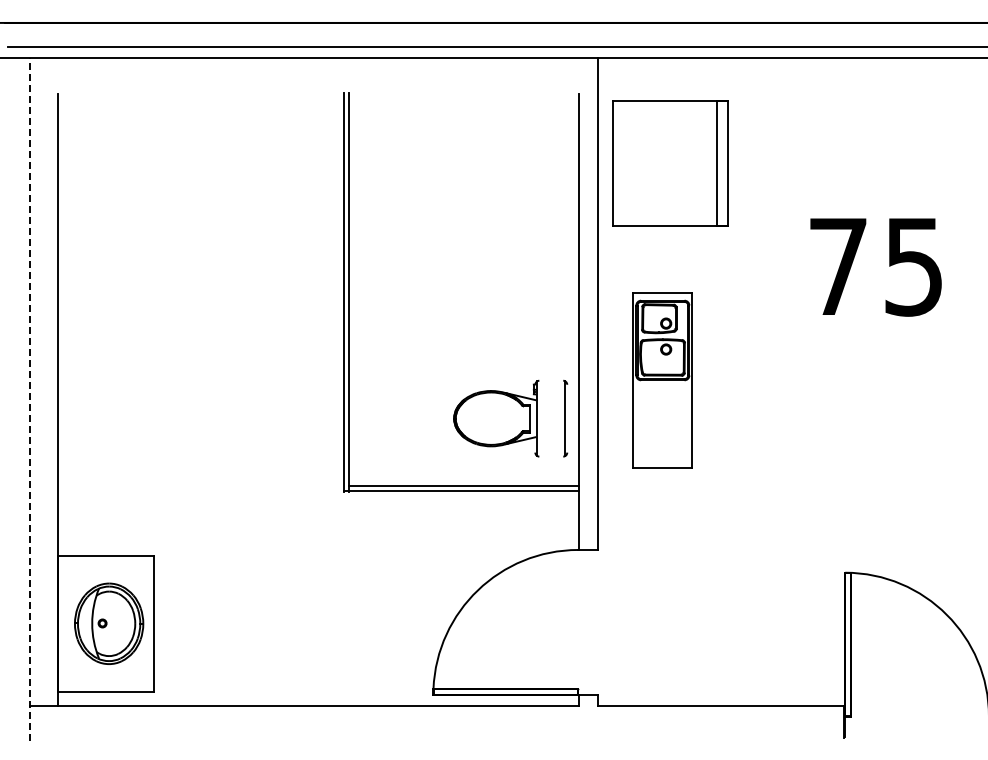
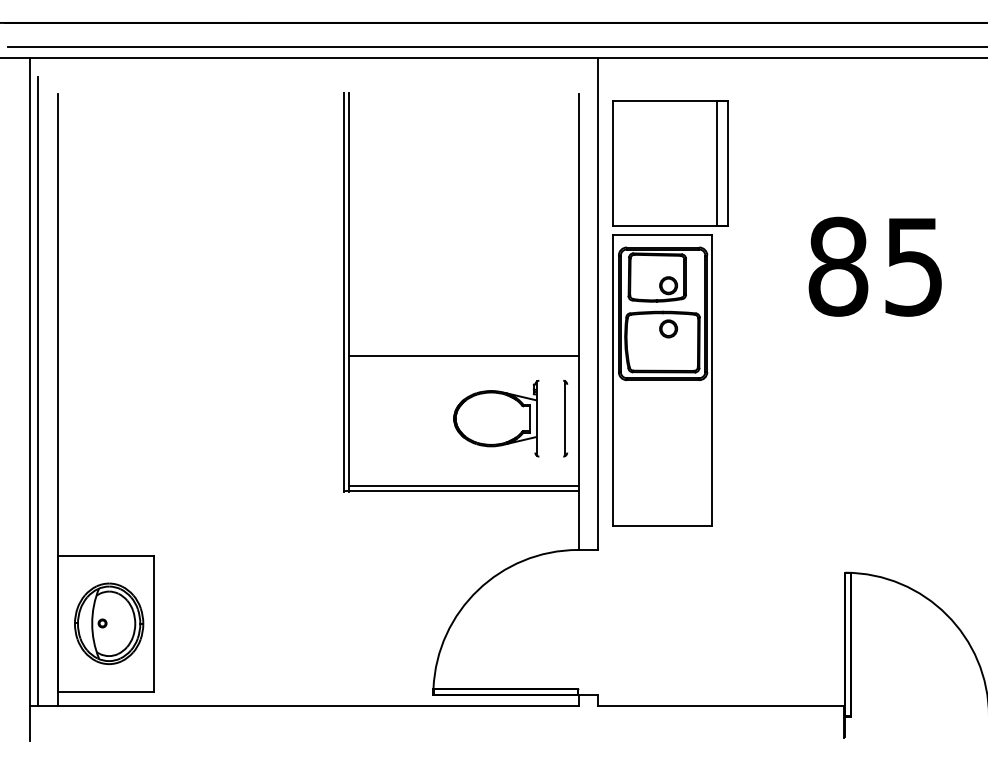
text at (838, 266): 75 -> 85
line at (463, 356): none -> present
part at (662, 380) size: 61x177 px -> 101x293 px
line at (38, 390): none -> present
line at (29, 399): dashed -> solid
